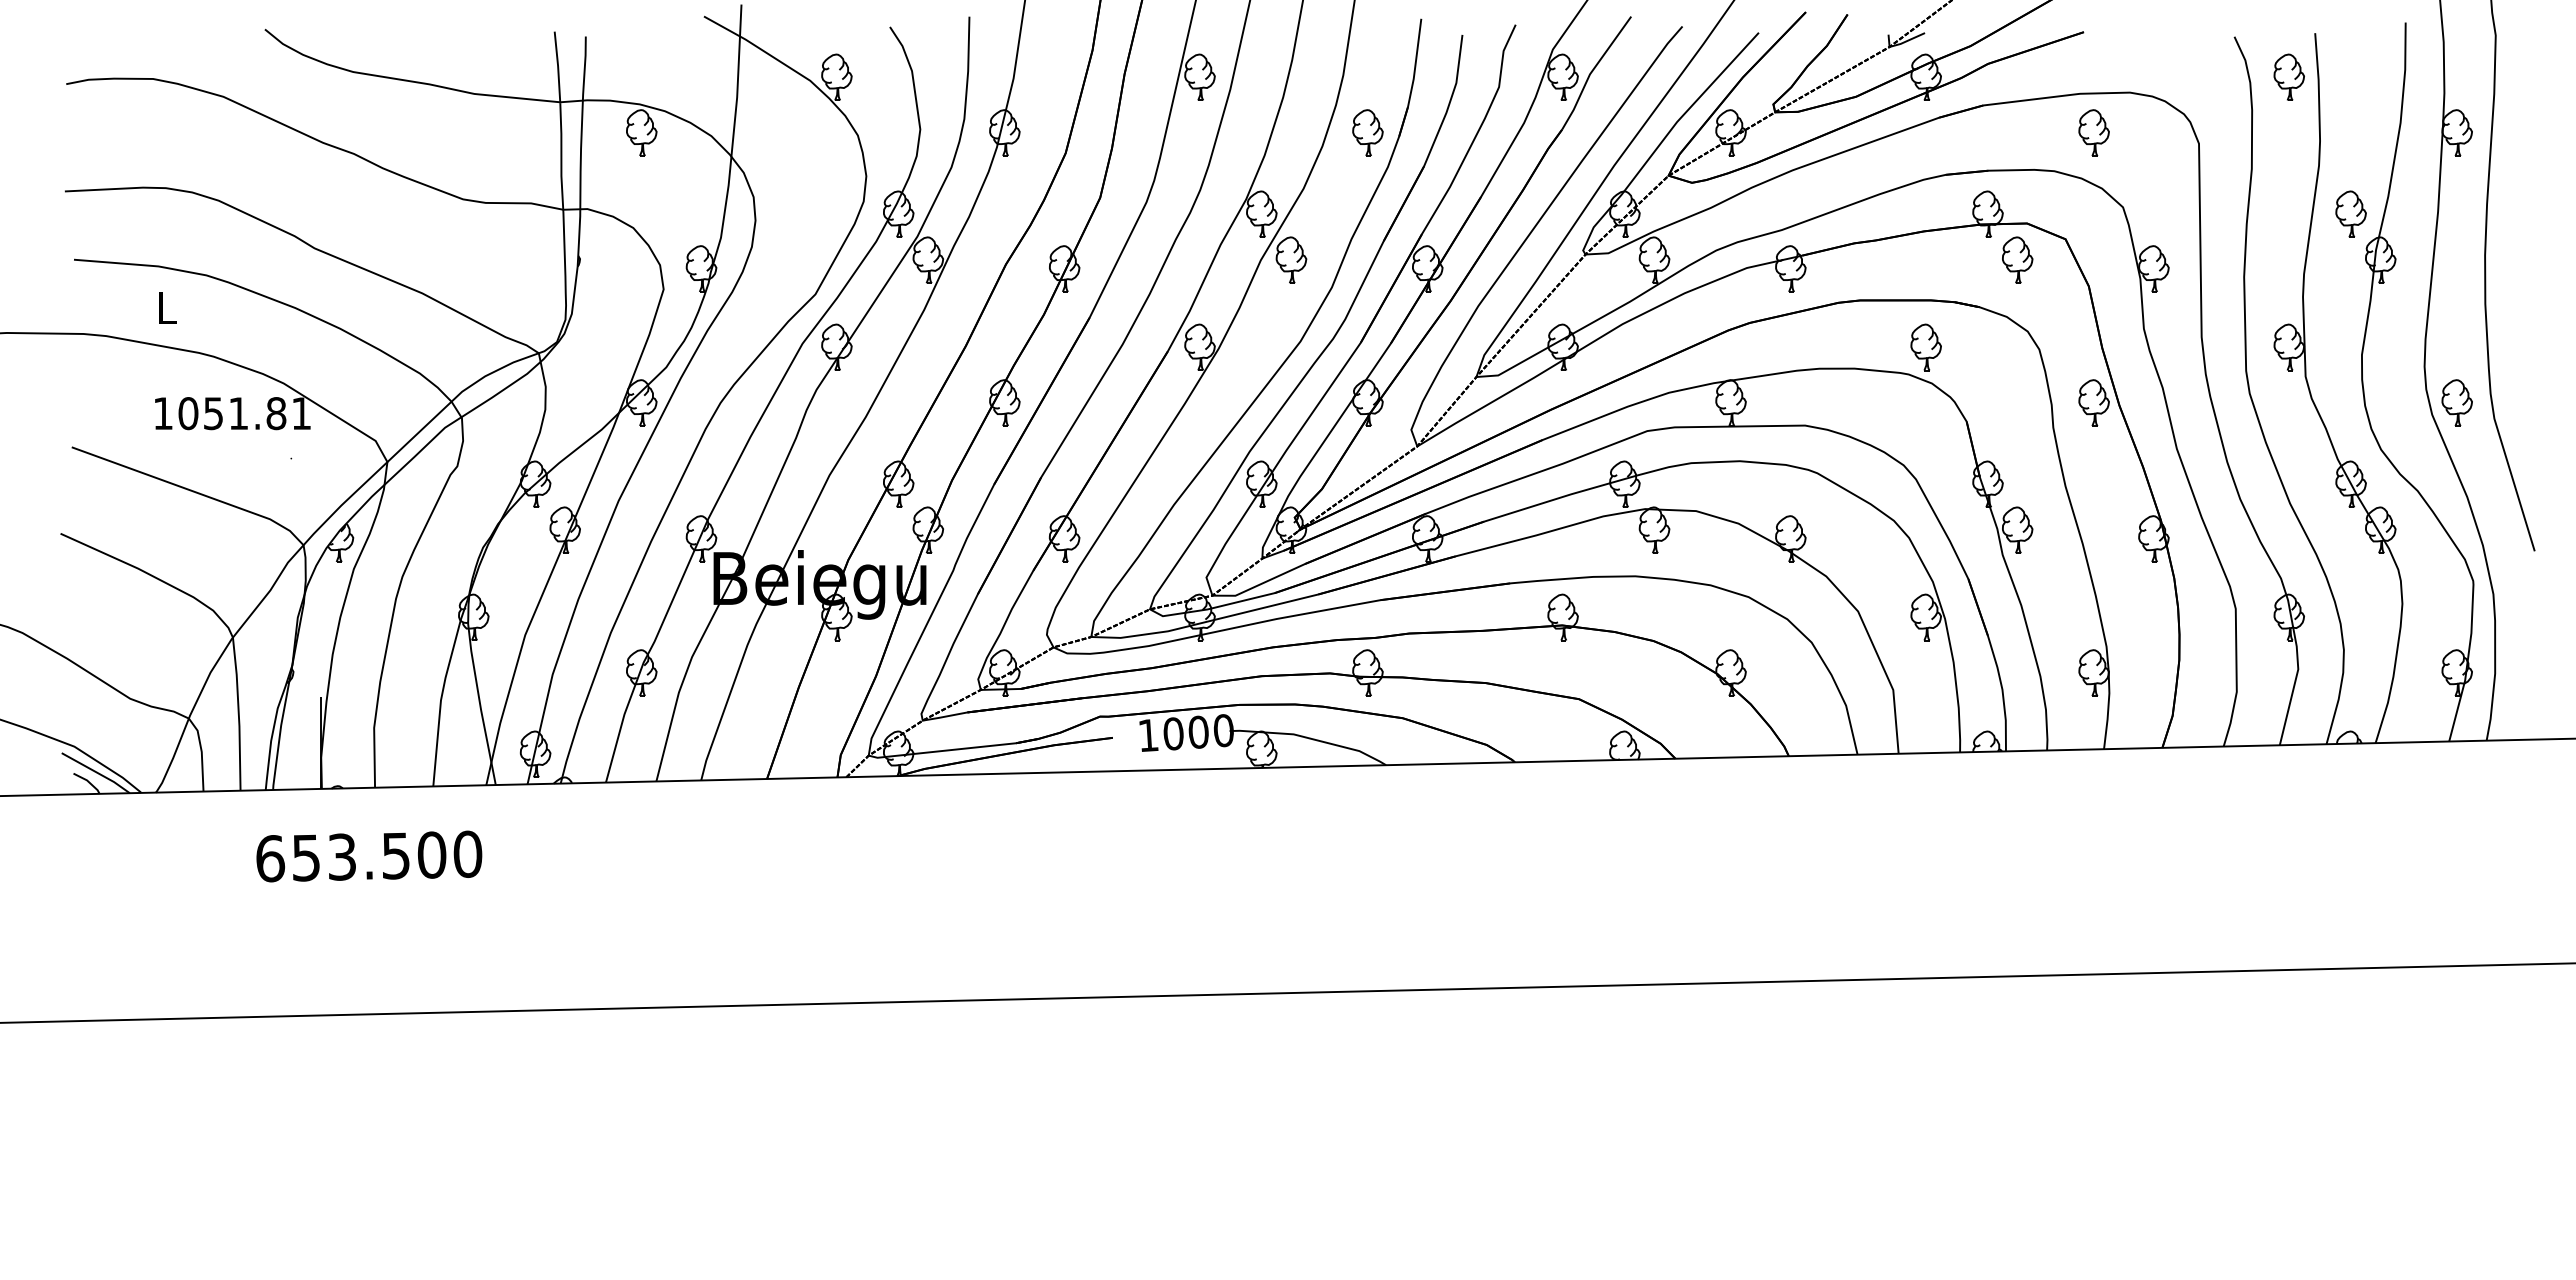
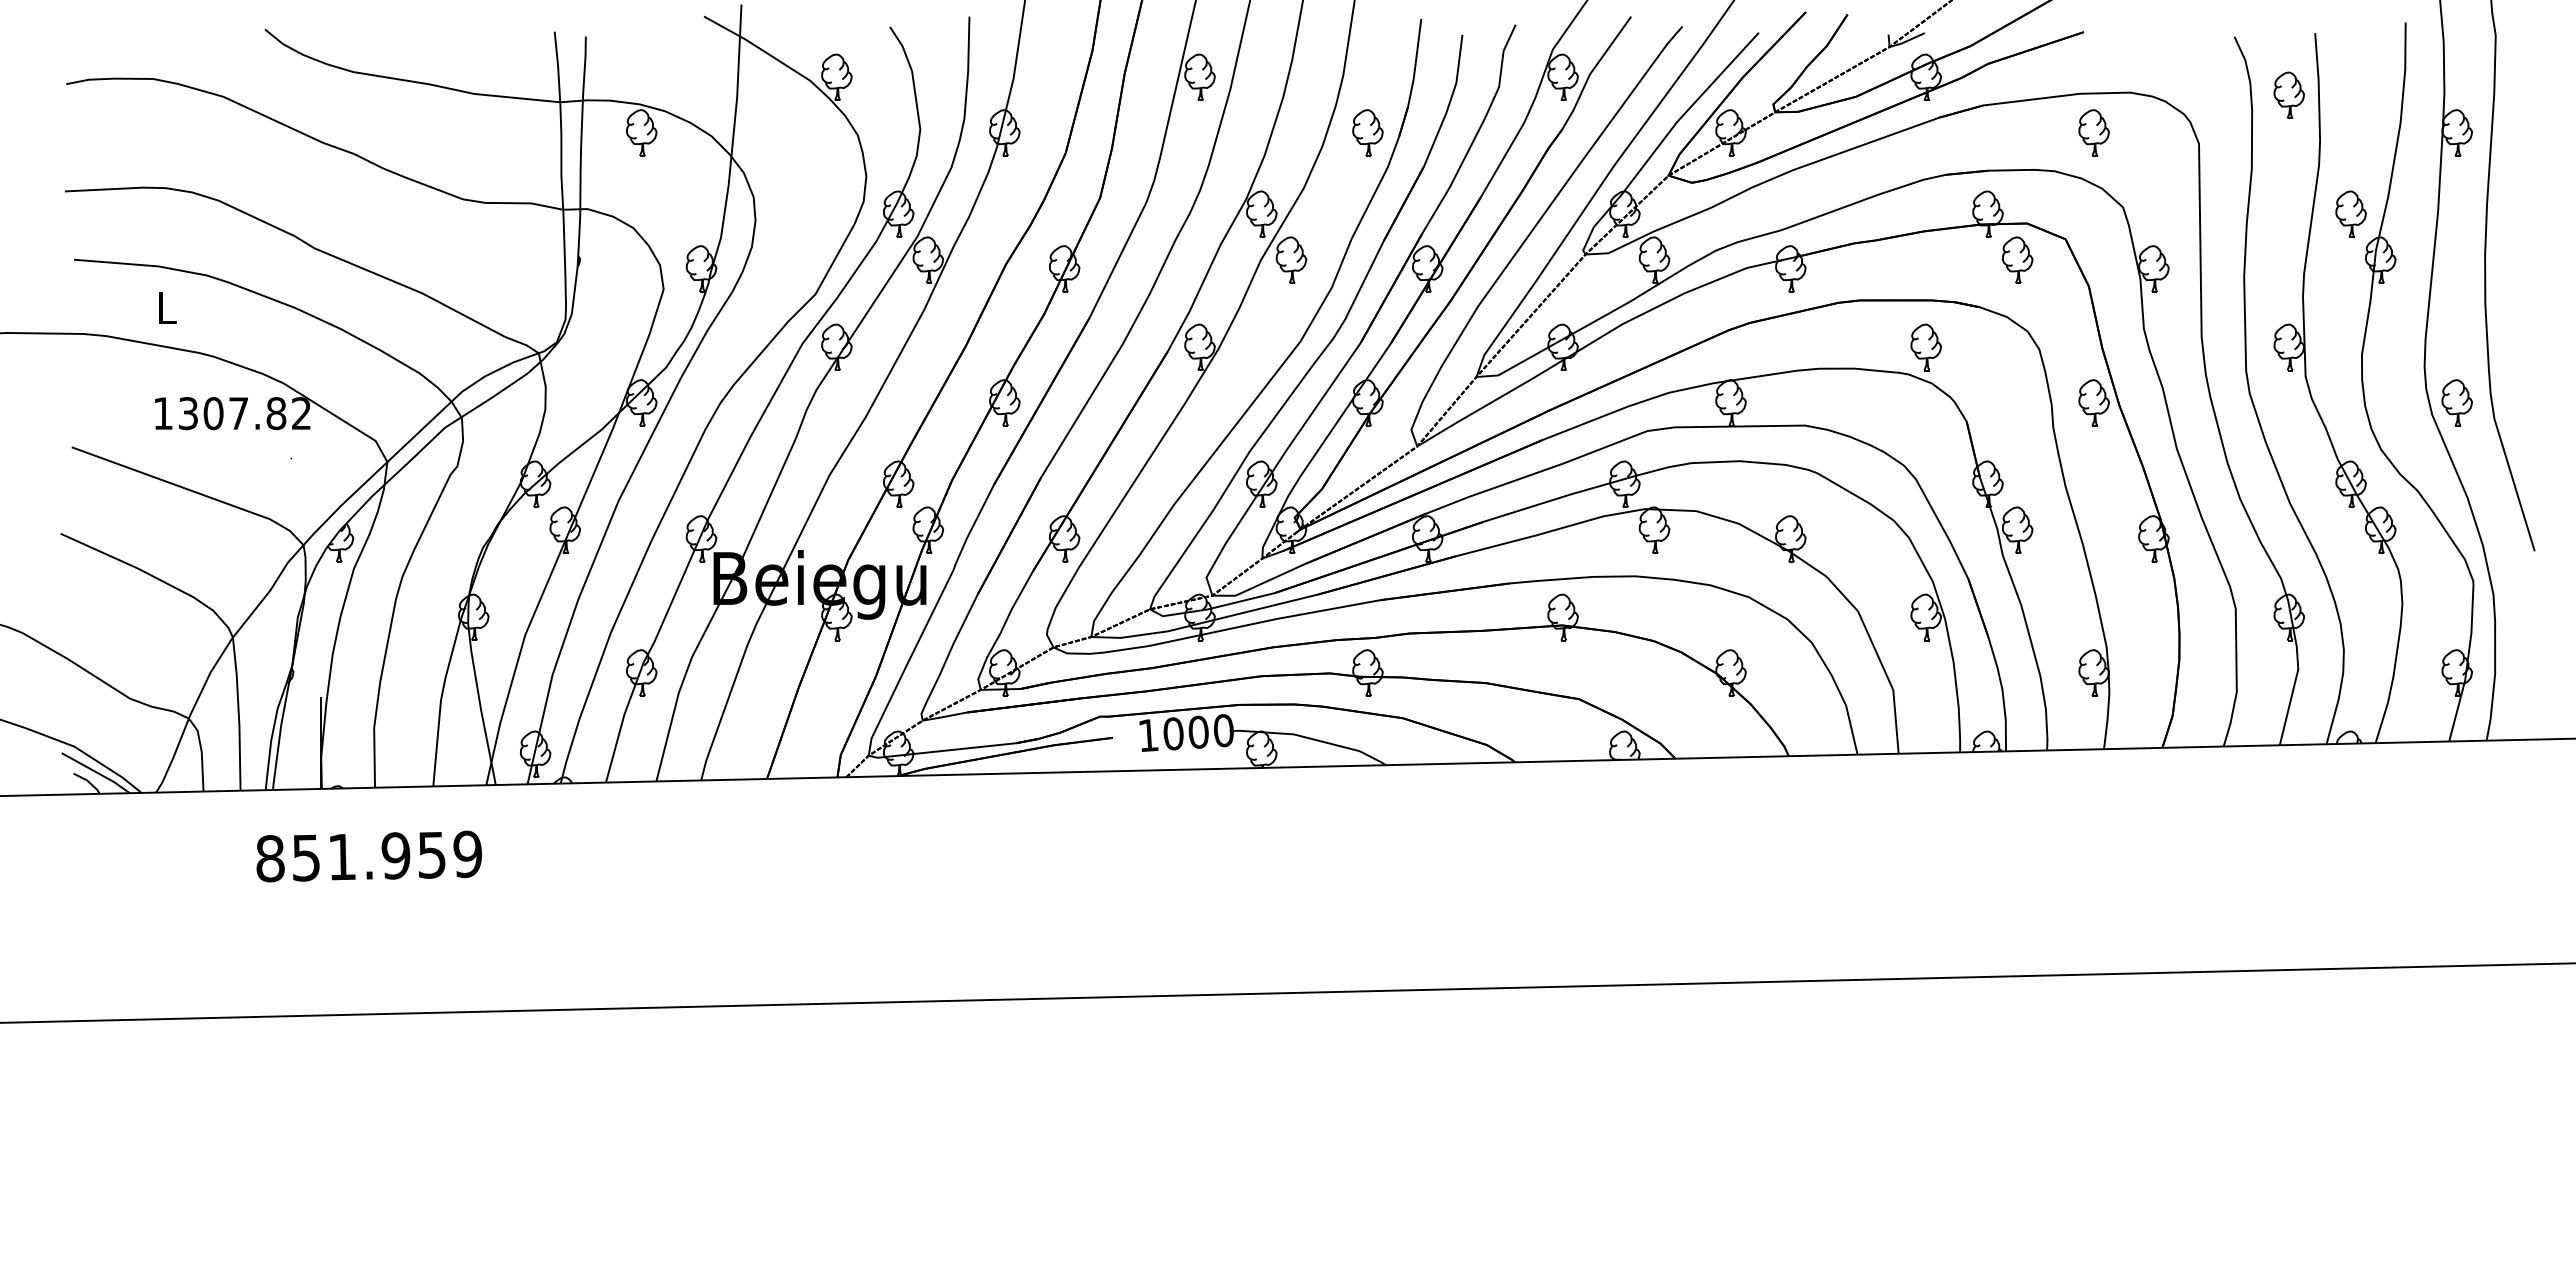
part at (2288, 76) position: (2288, 76) -> (2288, 94)
text at (244, 413): 1051.81 -> 1307.82
text at (369, 856): 653.500 -> 851.959
